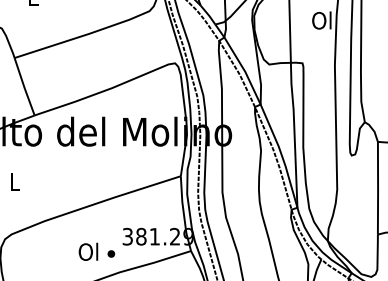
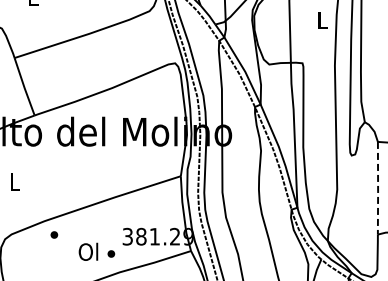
text at (321, 20): Ol -> L
line at (378, 189): solid -> dashed
part at (54, 234): none -> present
